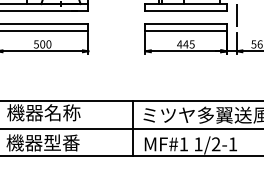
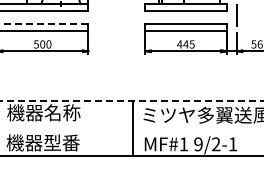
line at (44, 24): solid -> dashed
line at (132, 101): solid -> dashed
line at (131, 128): present -> none
text at (198, 144): 1/2-1 -> 9/2-1
